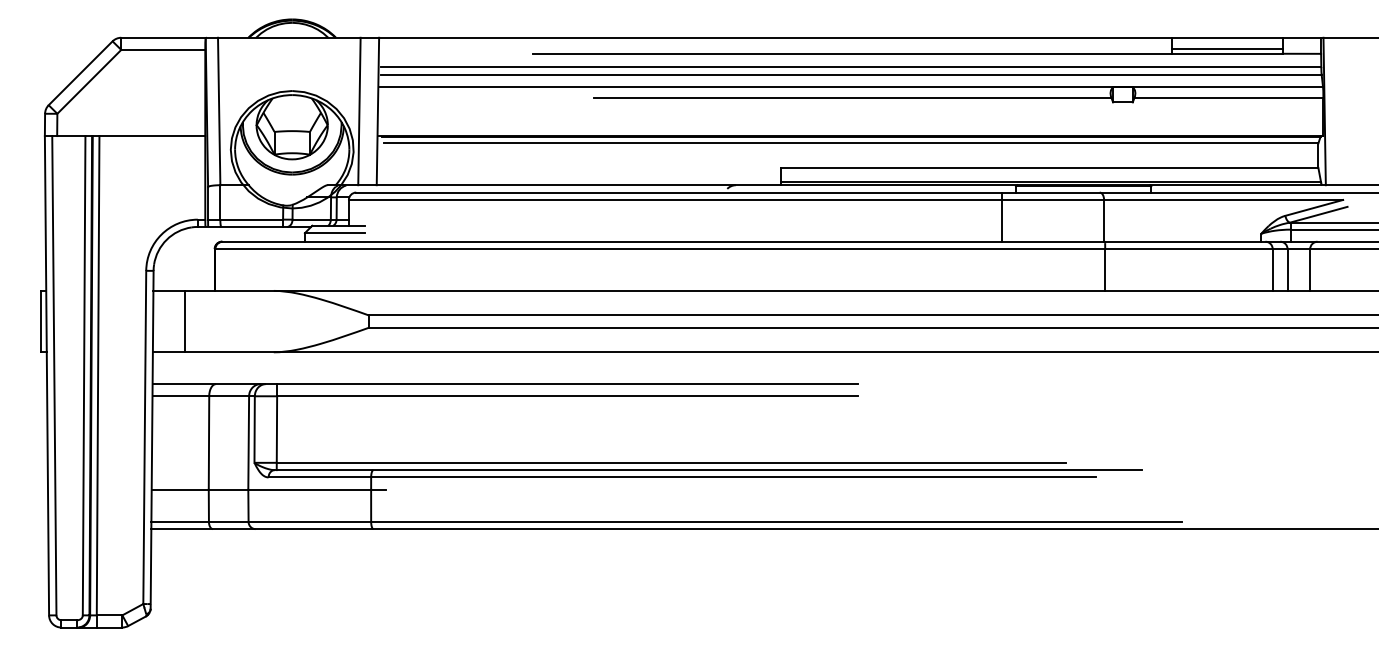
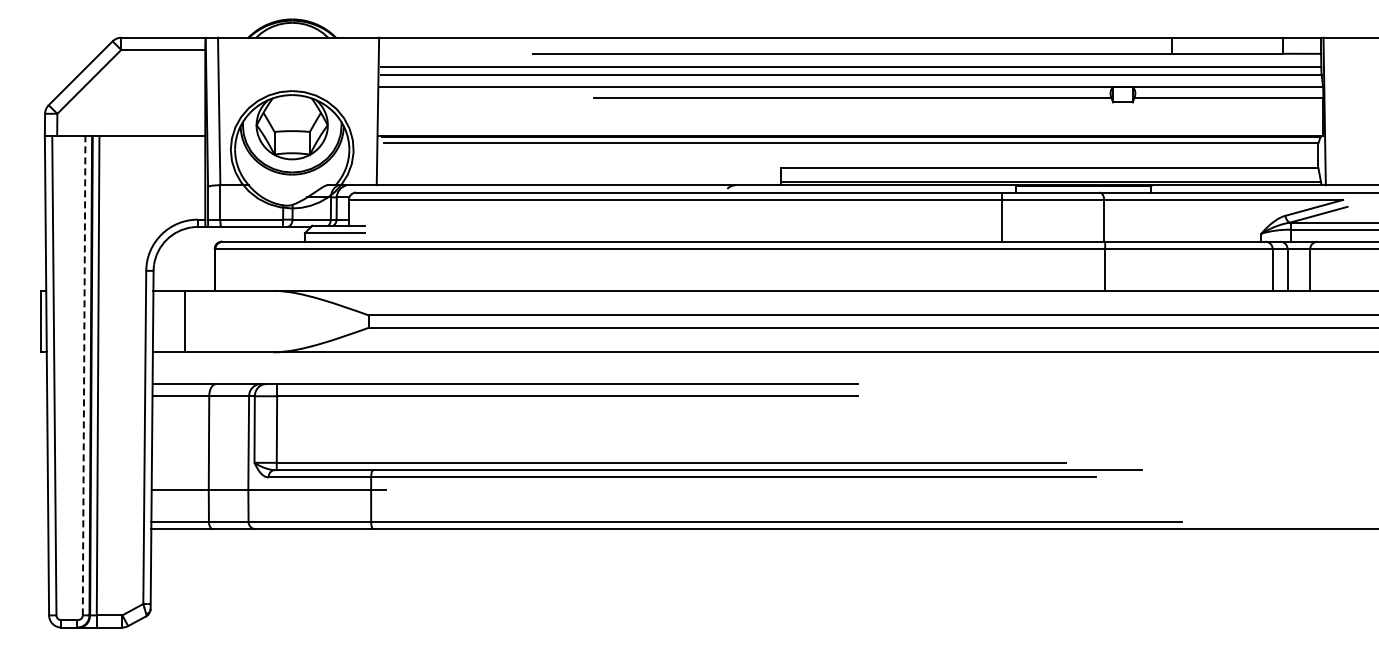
line at (1227, 48): present -> none
line at (359, 111): present -> none
line at (84, 375): solid -> dashed
